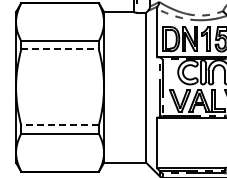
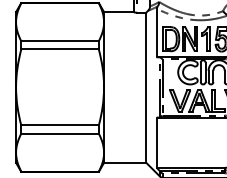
line at (60, 49): dashed -> solid
line at (60, 125): dashed -> solid
